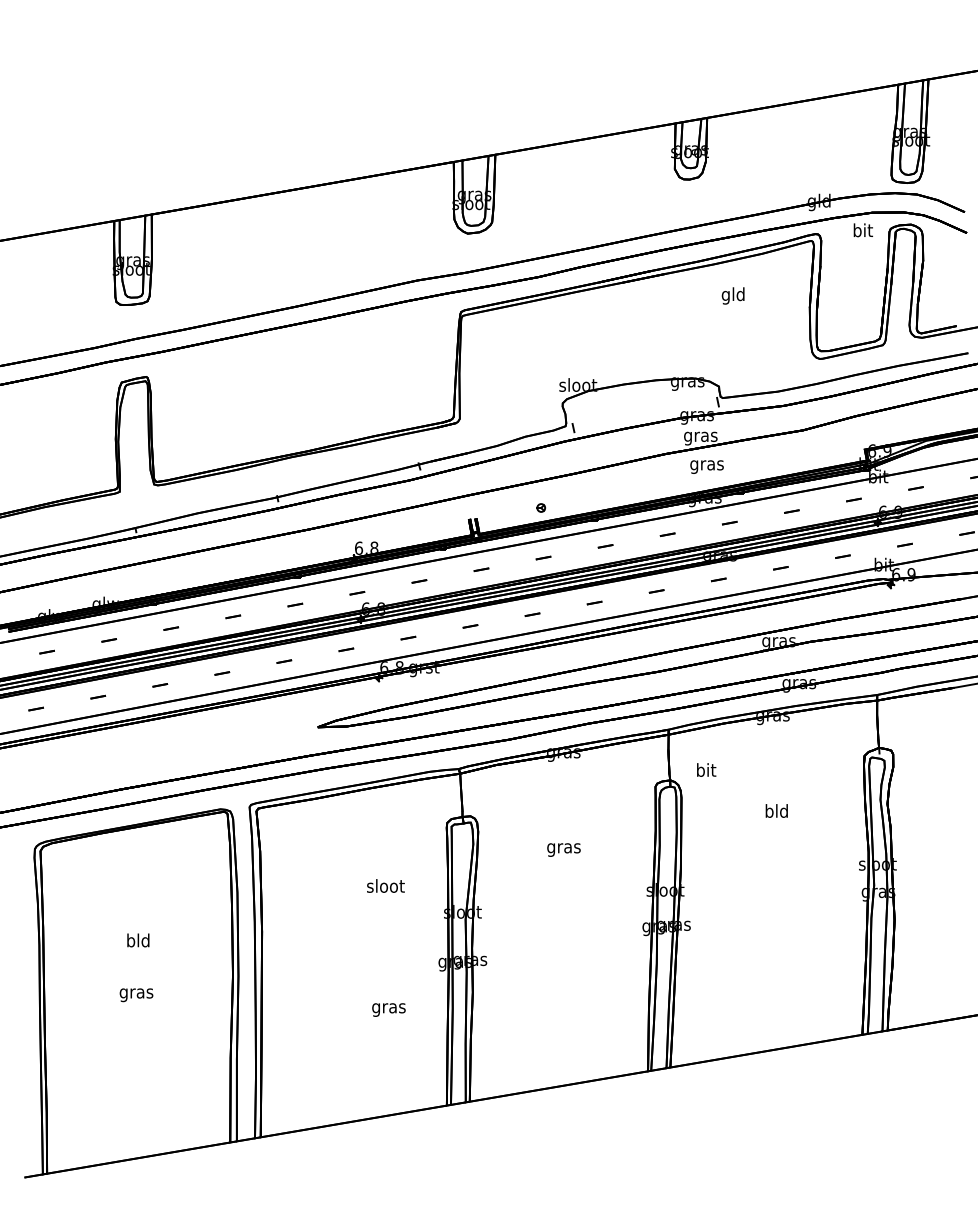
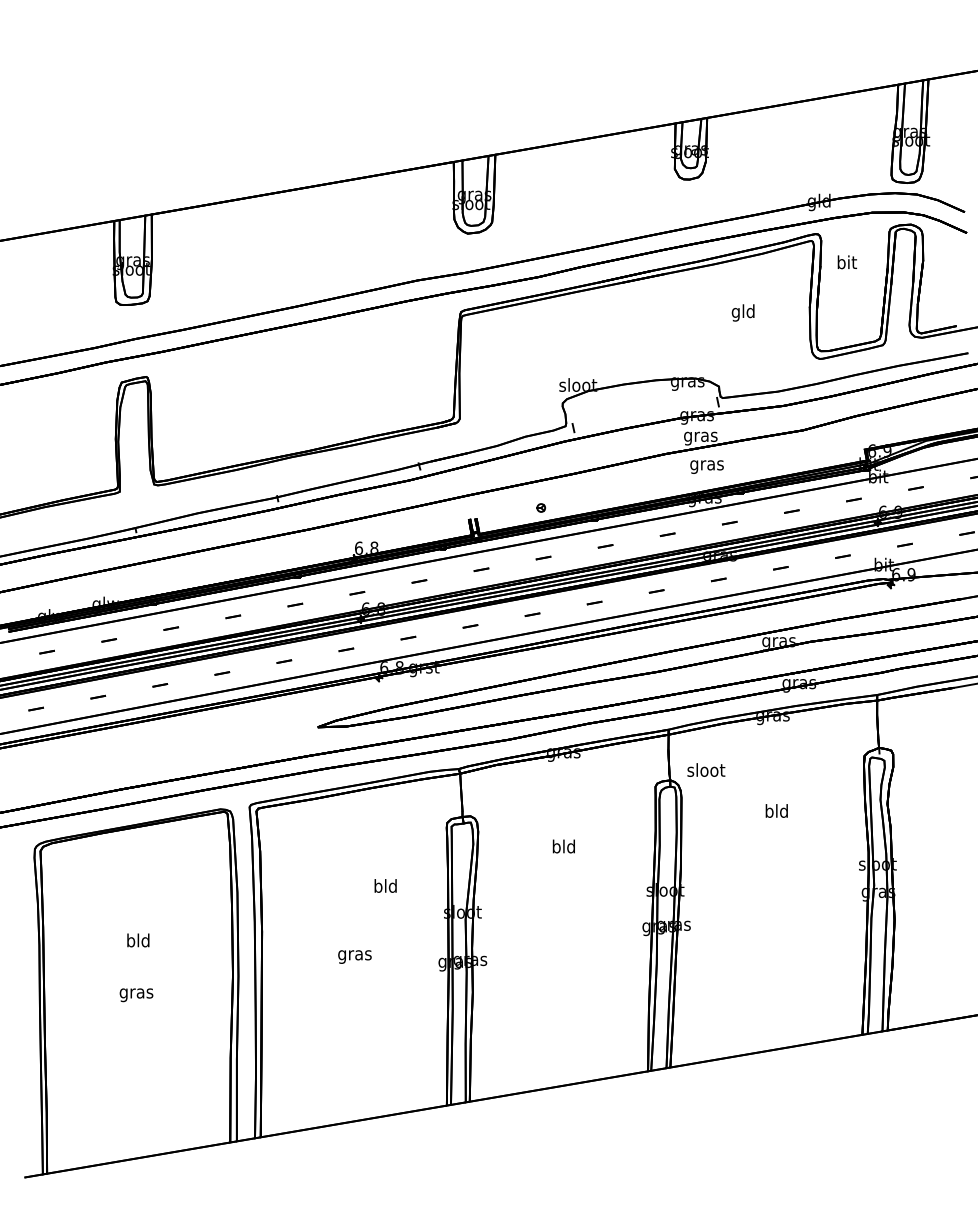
text at (862, 230) position: (862, 230) -> (846, 262)
text at (732, 295) position: (732, 295) -> (742, 312)
text at (706, 769): bit -> sloot
text at (563, 847): gras -> bld
text at (385, 885): sloot -> bld
text at (388, 1009) position: (388, 1009) -> (354, 956)
